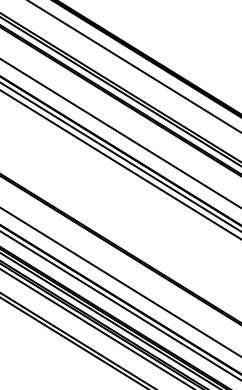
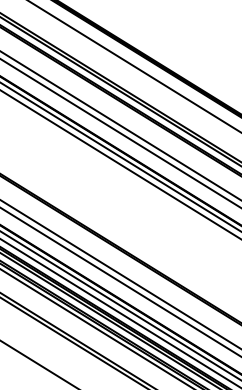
line at (120, 125): none -> present
line at (120, 274): none -> present
line at (120, 312): none -> present
line at (38, 364): none -> present
